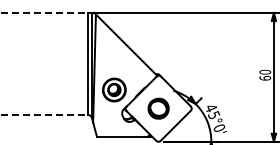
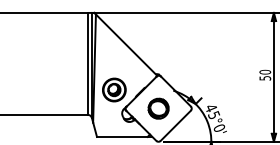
line at (44, 12): dashed -> solid
text at (265, 78): 60 -> 50
line at (44, 114): dashed -> solid
